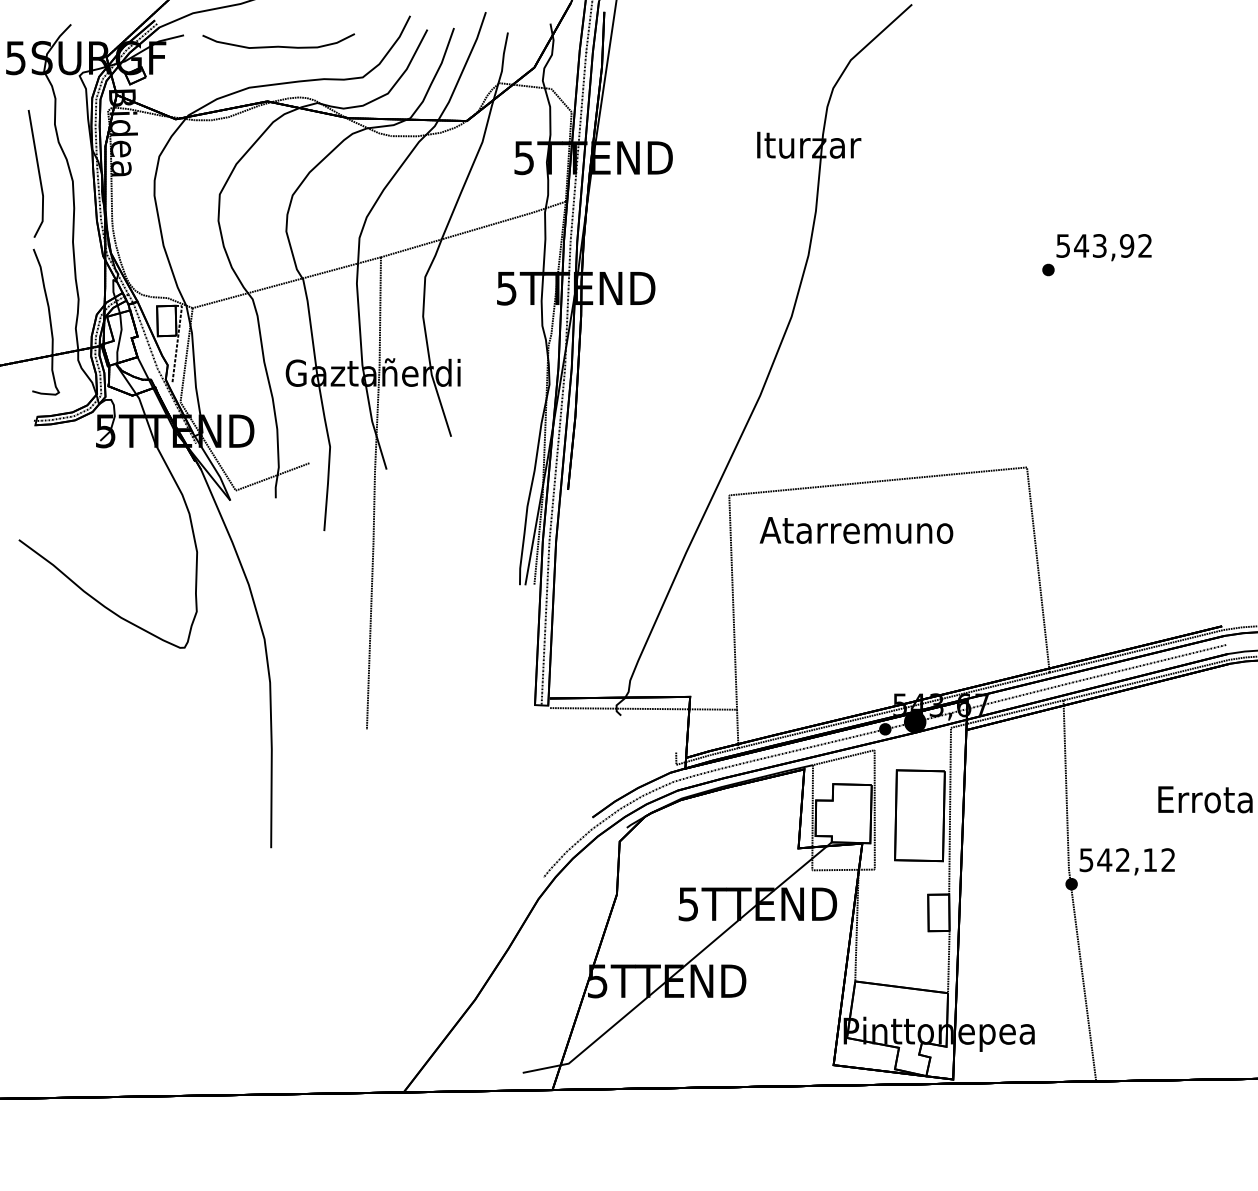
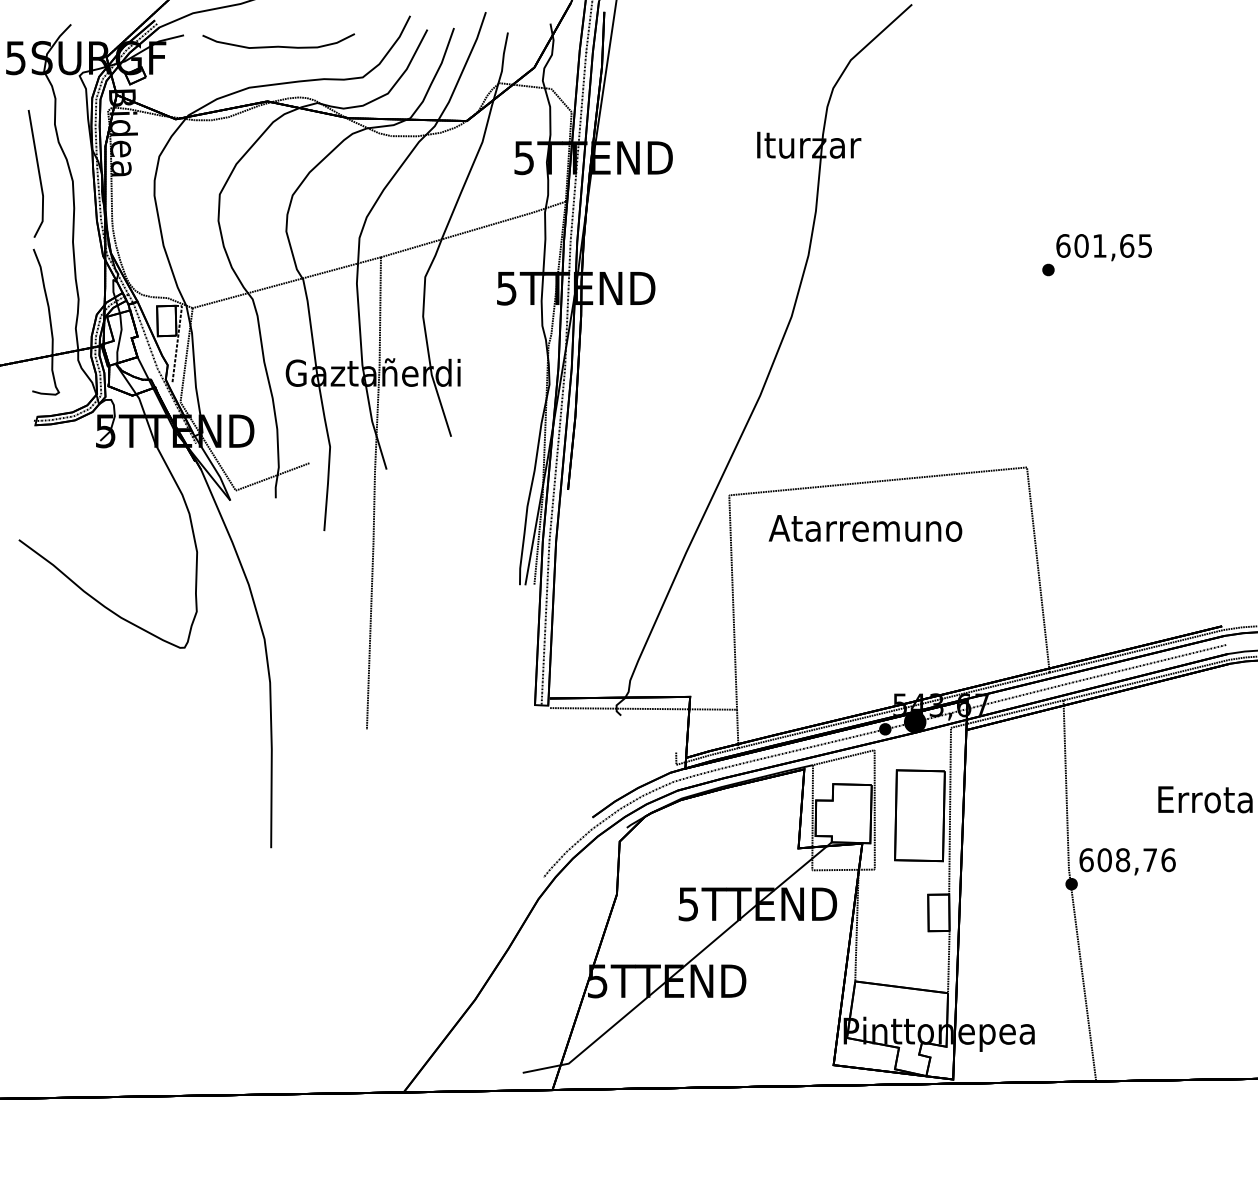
text at (1103, 245): 543,92 -> 601,65
text at (856, 530) position: (856, 530) -> (865, 528)
text at (1127, 860): 542,12 -> 608,76
